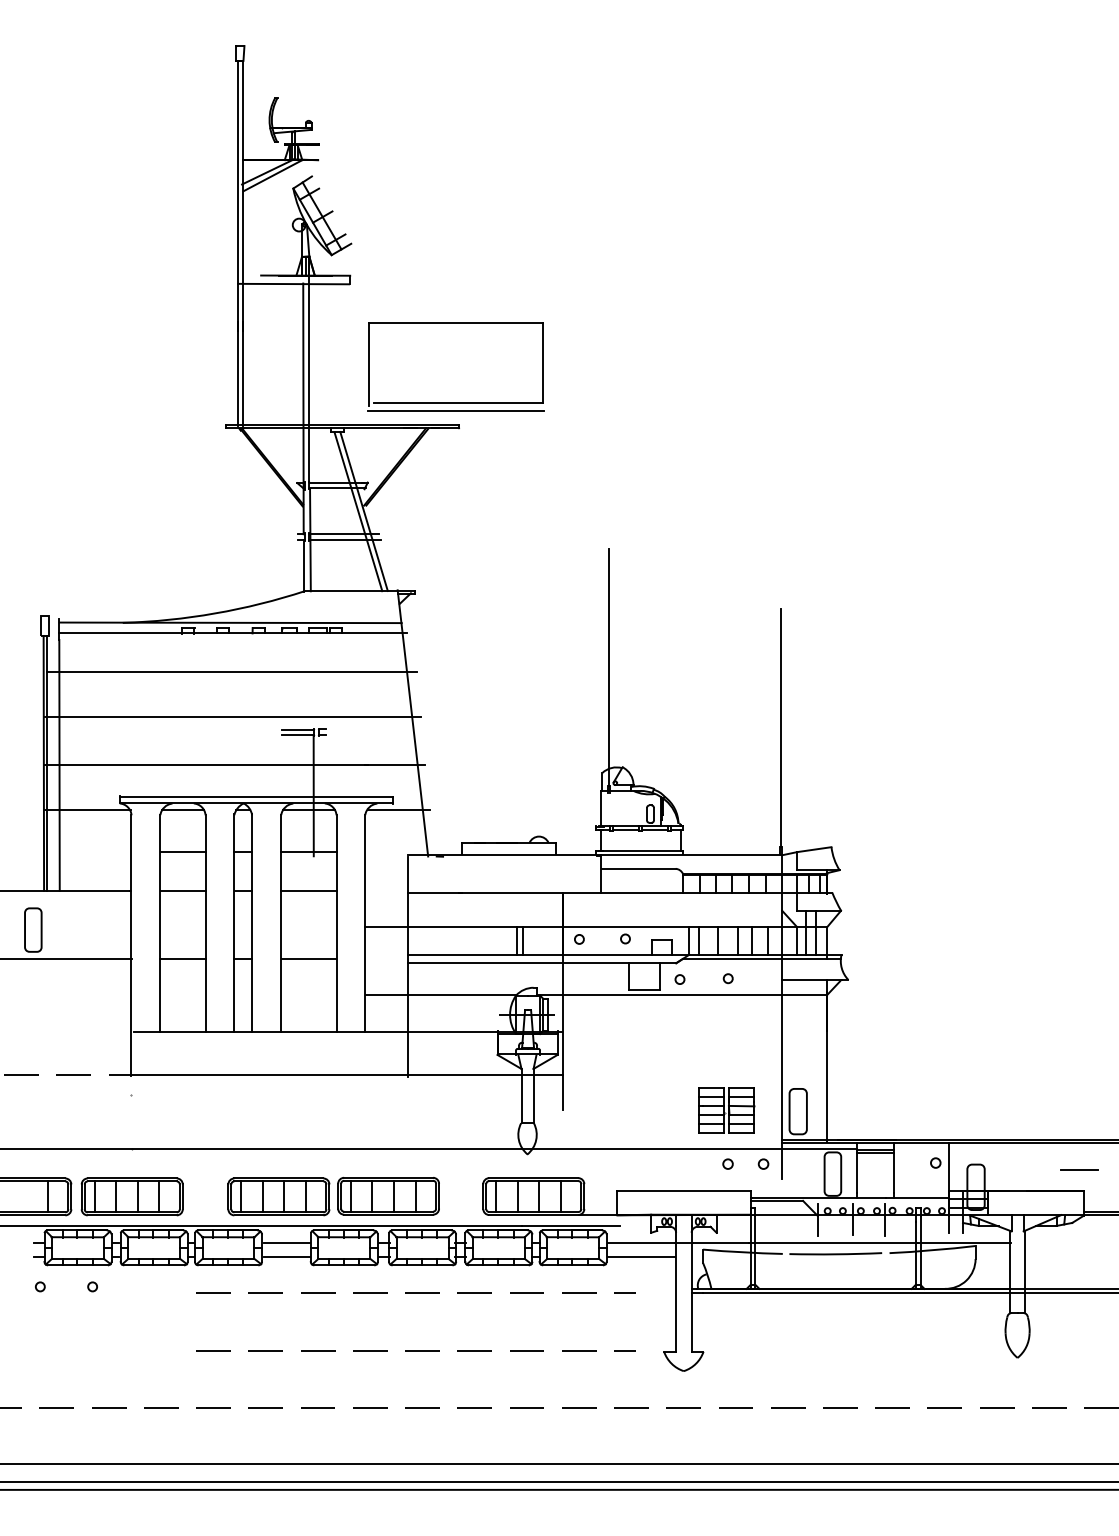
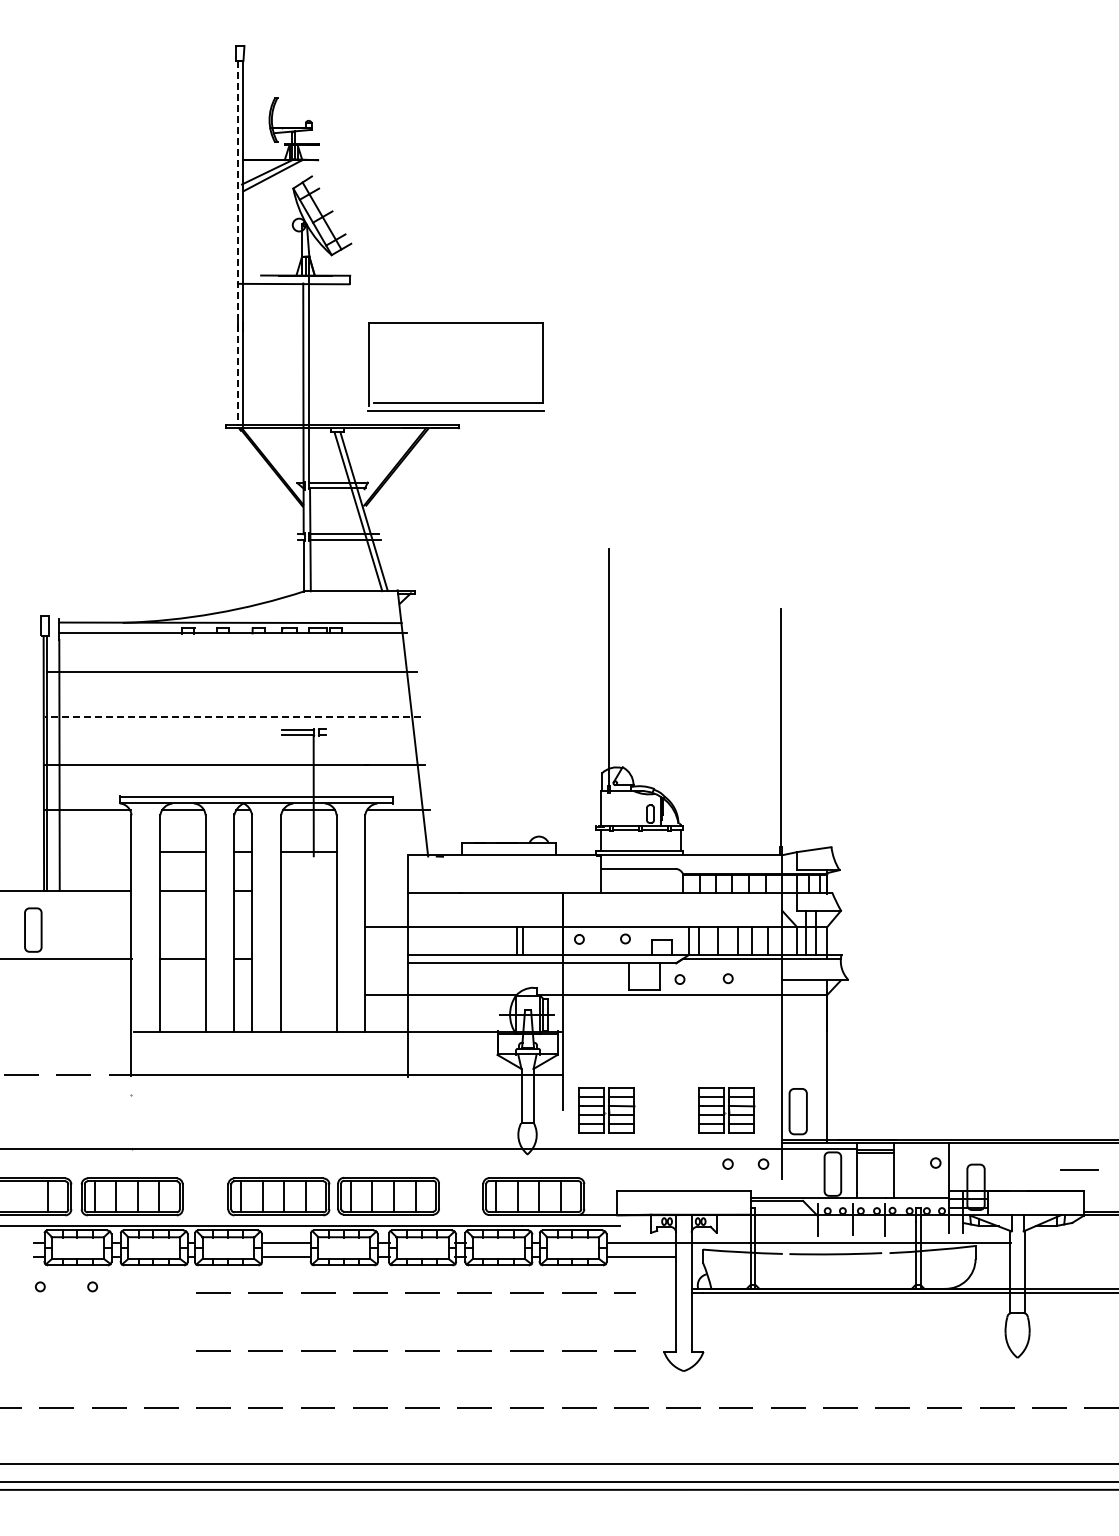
line at (237, 243): solid -> dashed
line at (232, 717): solid -> dashed
line at (308, 890): present -> none
line at (308, 958): present -> none
part at (606, 1110): none -> present
